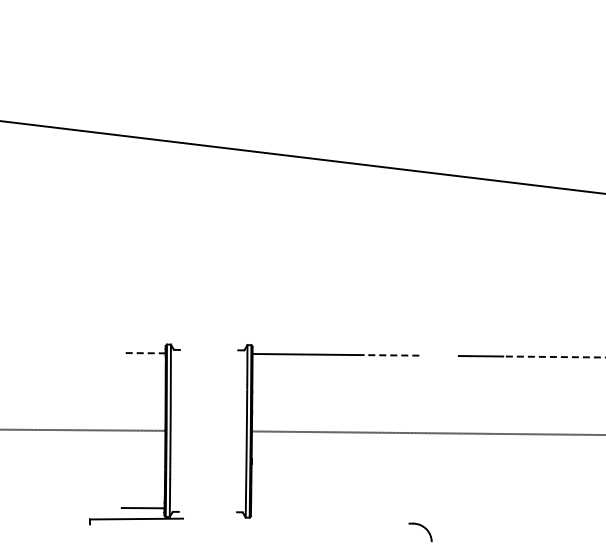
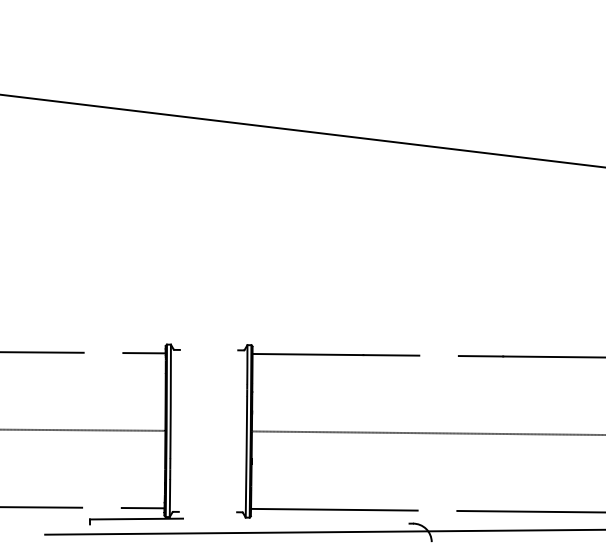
line at (302, 157) position: (302, 157) -> (302, 131)
line at (42, 352): none -> present
line at (144, 353): dashed -> solid
line at (391, 355): dashed -> solid
line at (554, 357): dashed -> solid
line at (42, 507): none -> present
line at (334, 509): none -> present
line at (529, 511): none -> present
line at (323, 531): none -> present
